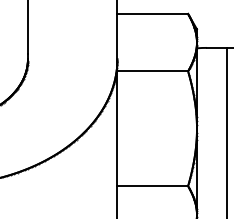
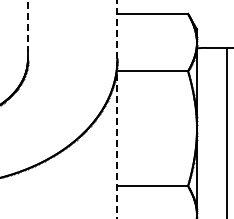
line at (27, 27): solid -> dashed
line at (117, 109): solid -> dashed
